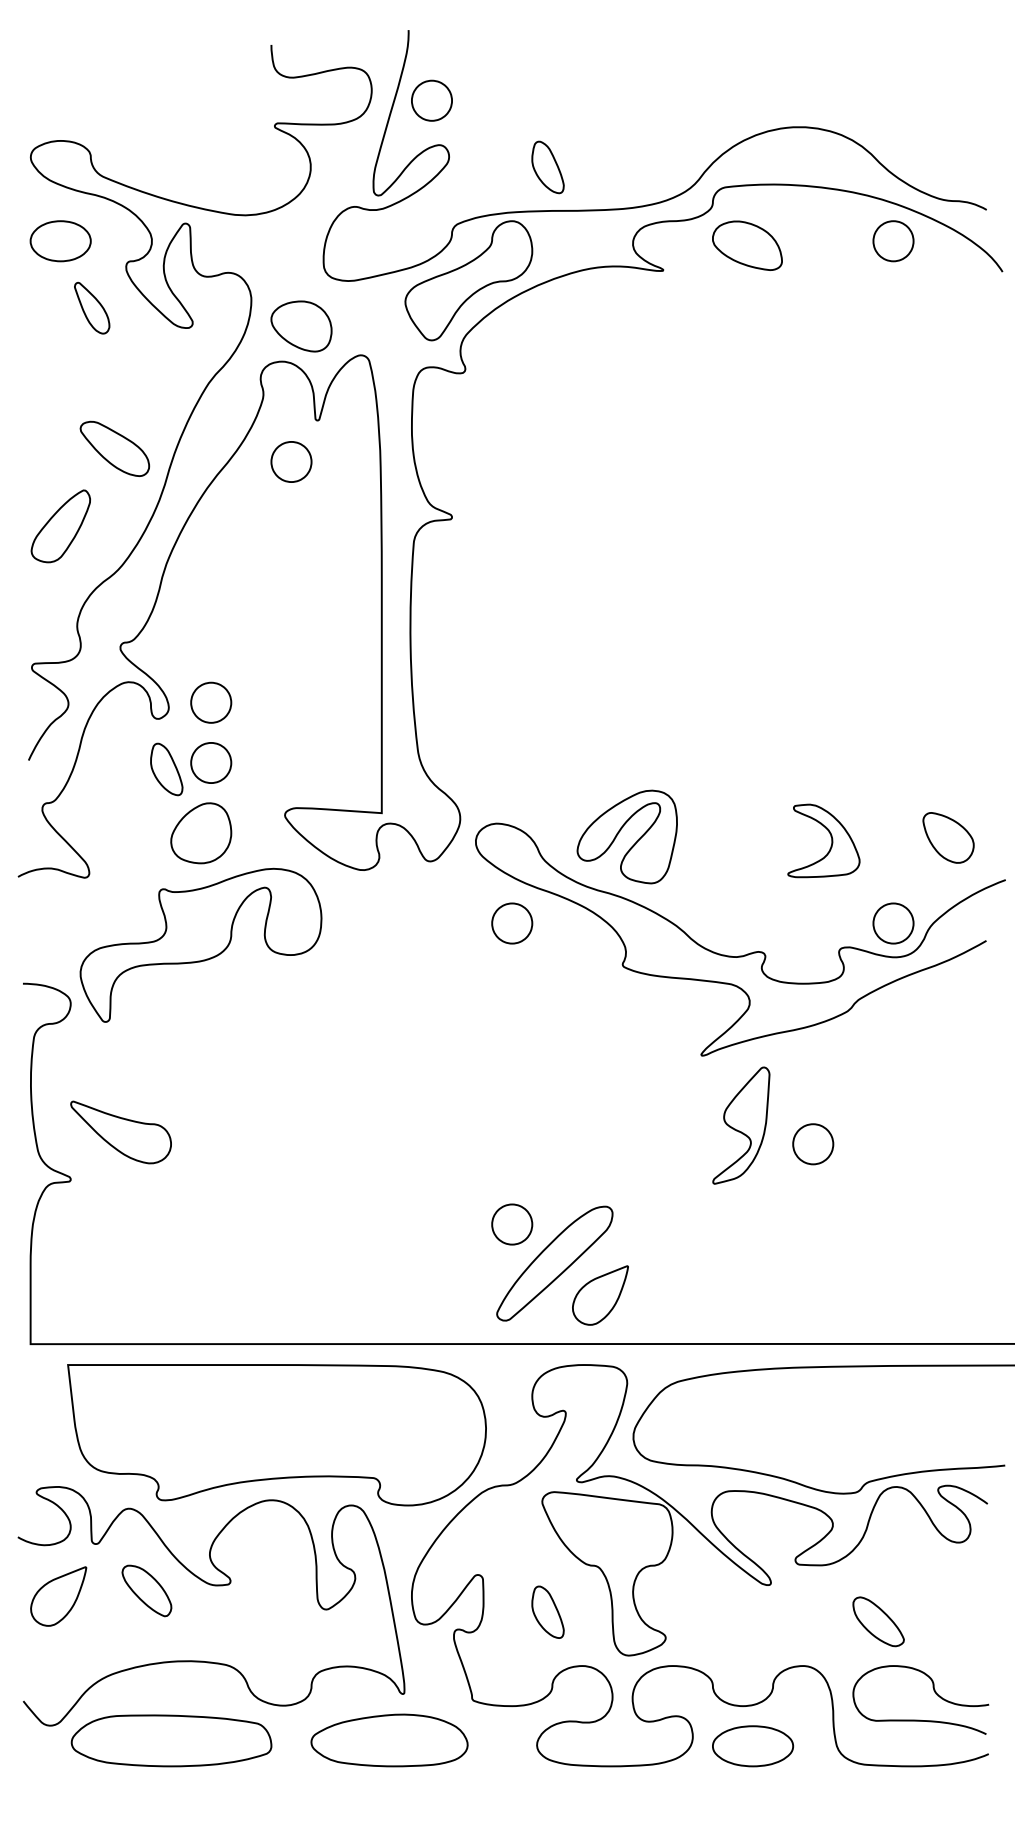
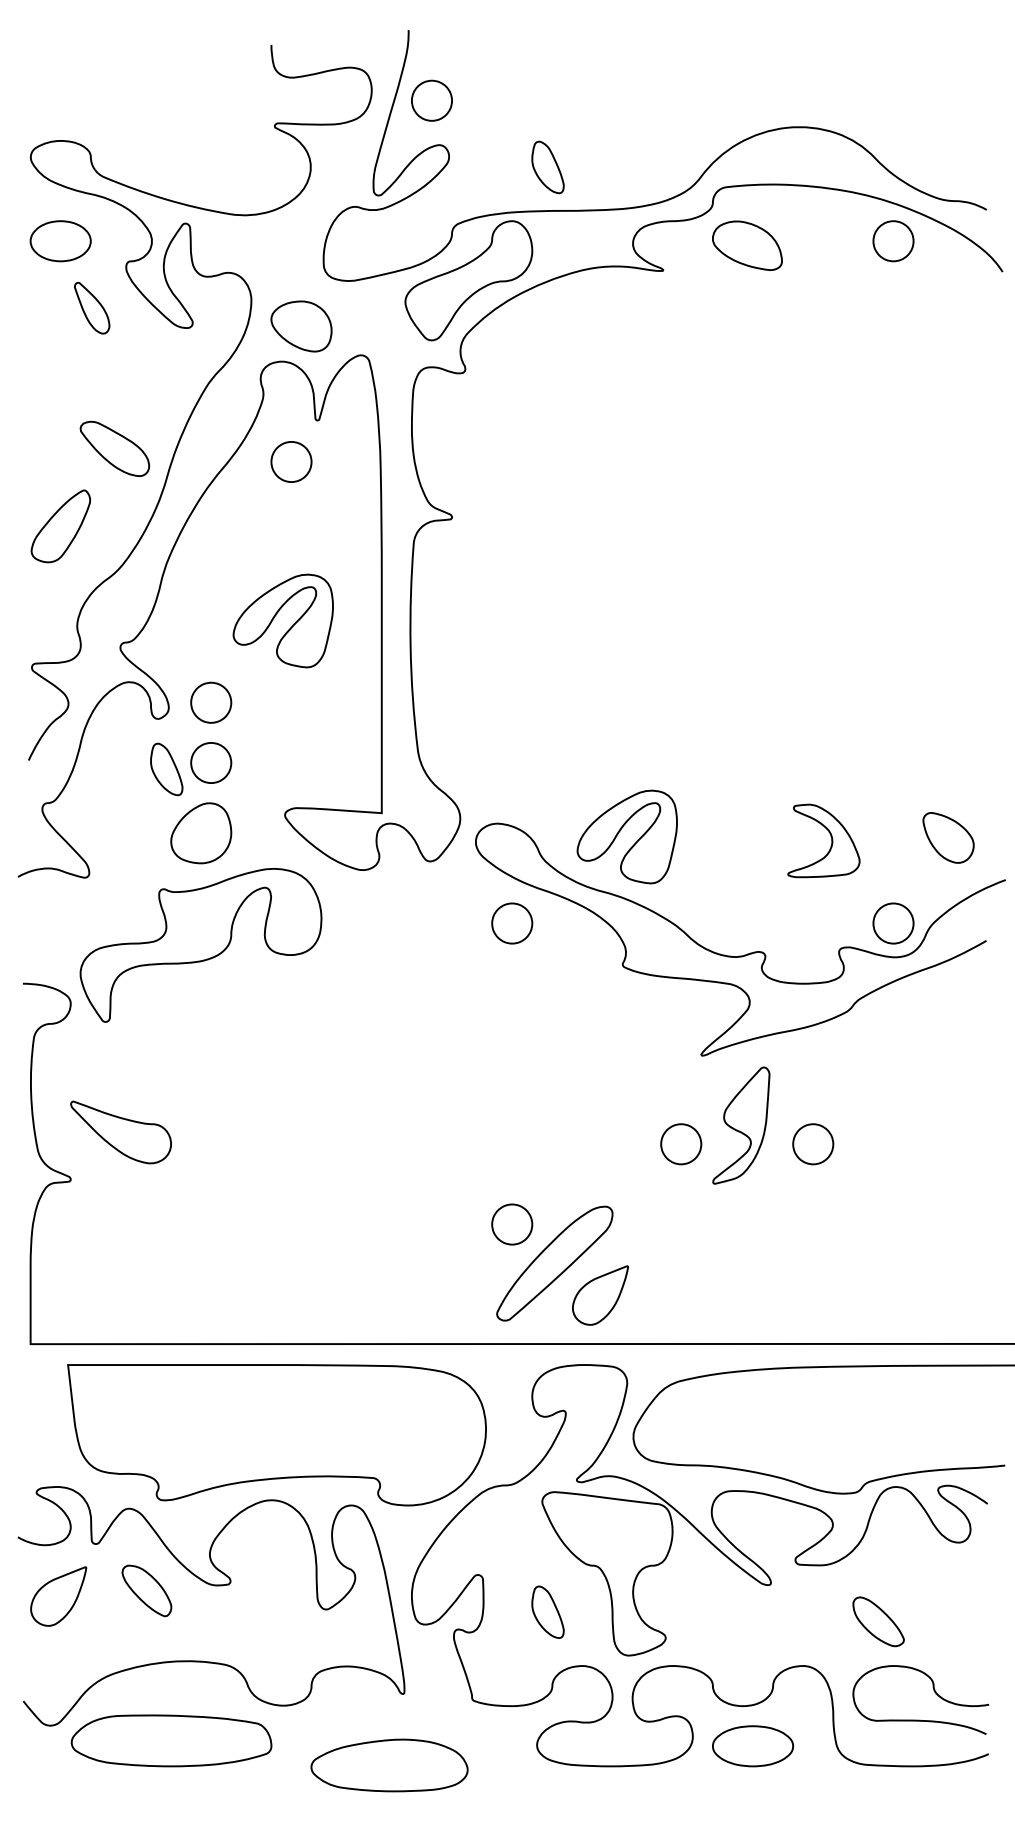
part at (276, 615): none -> present
part at (681, 1144): none -> present
part at (389, 1740) position: (389, 1740) -> (389, 1765)
